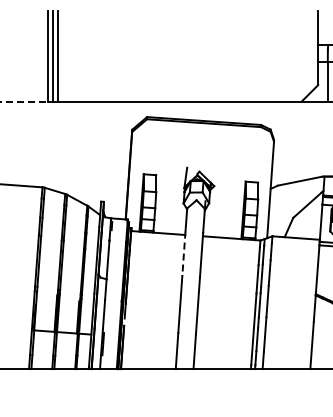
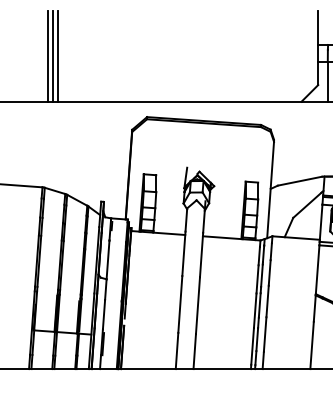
line at (24, 101): dashed -> solid
line at (183, 254): dashed -> solid
